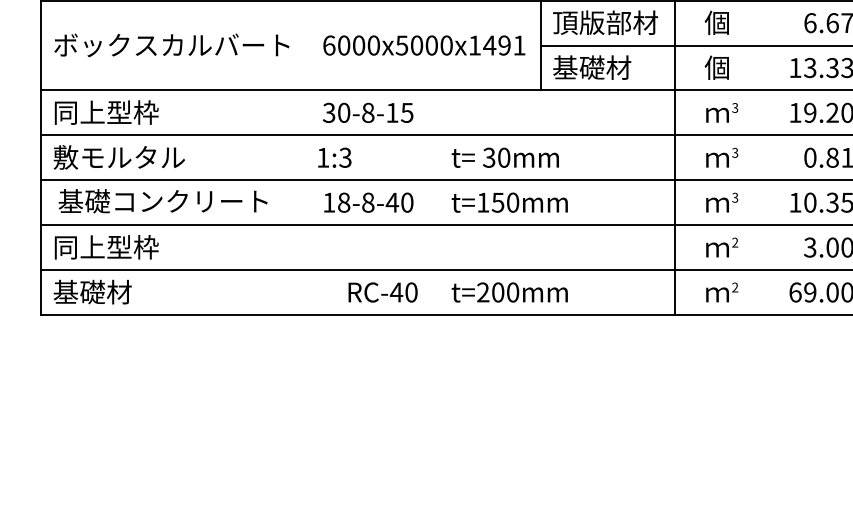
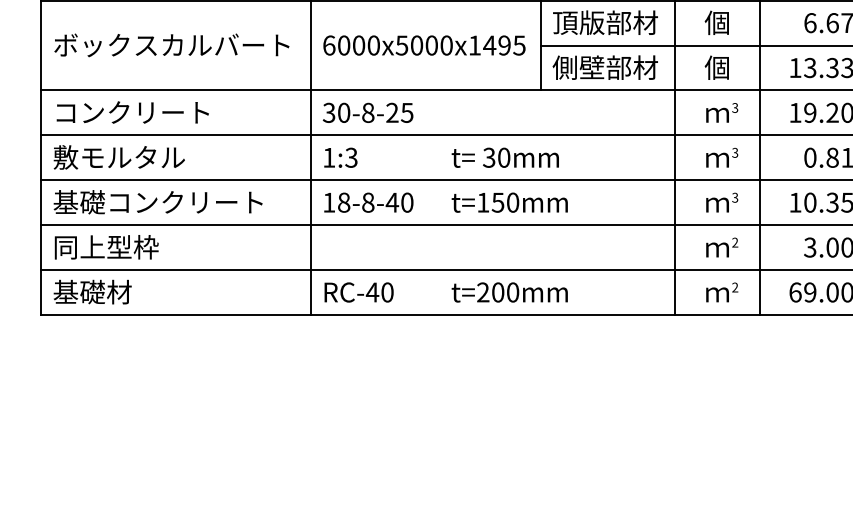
text at (519, 45): 6000x5000x1491 -> 6000x5000x1495
text at (604, 67): 基礎材 -> 側壁部材
text at (131, 112): 同上型枠 -> コンクリート
text at (392, 112): 30-8-15 -> 30-8-25
text at (334, 157) position: (334, 157) -> (340, 157)
line at (310, 158): none -> present
line at (759, 158): none -> present
text at (162, 201) position: (162, 201) -> (157, 202)
text at (382, 292) position: (382, 292) -> (358, 292)
